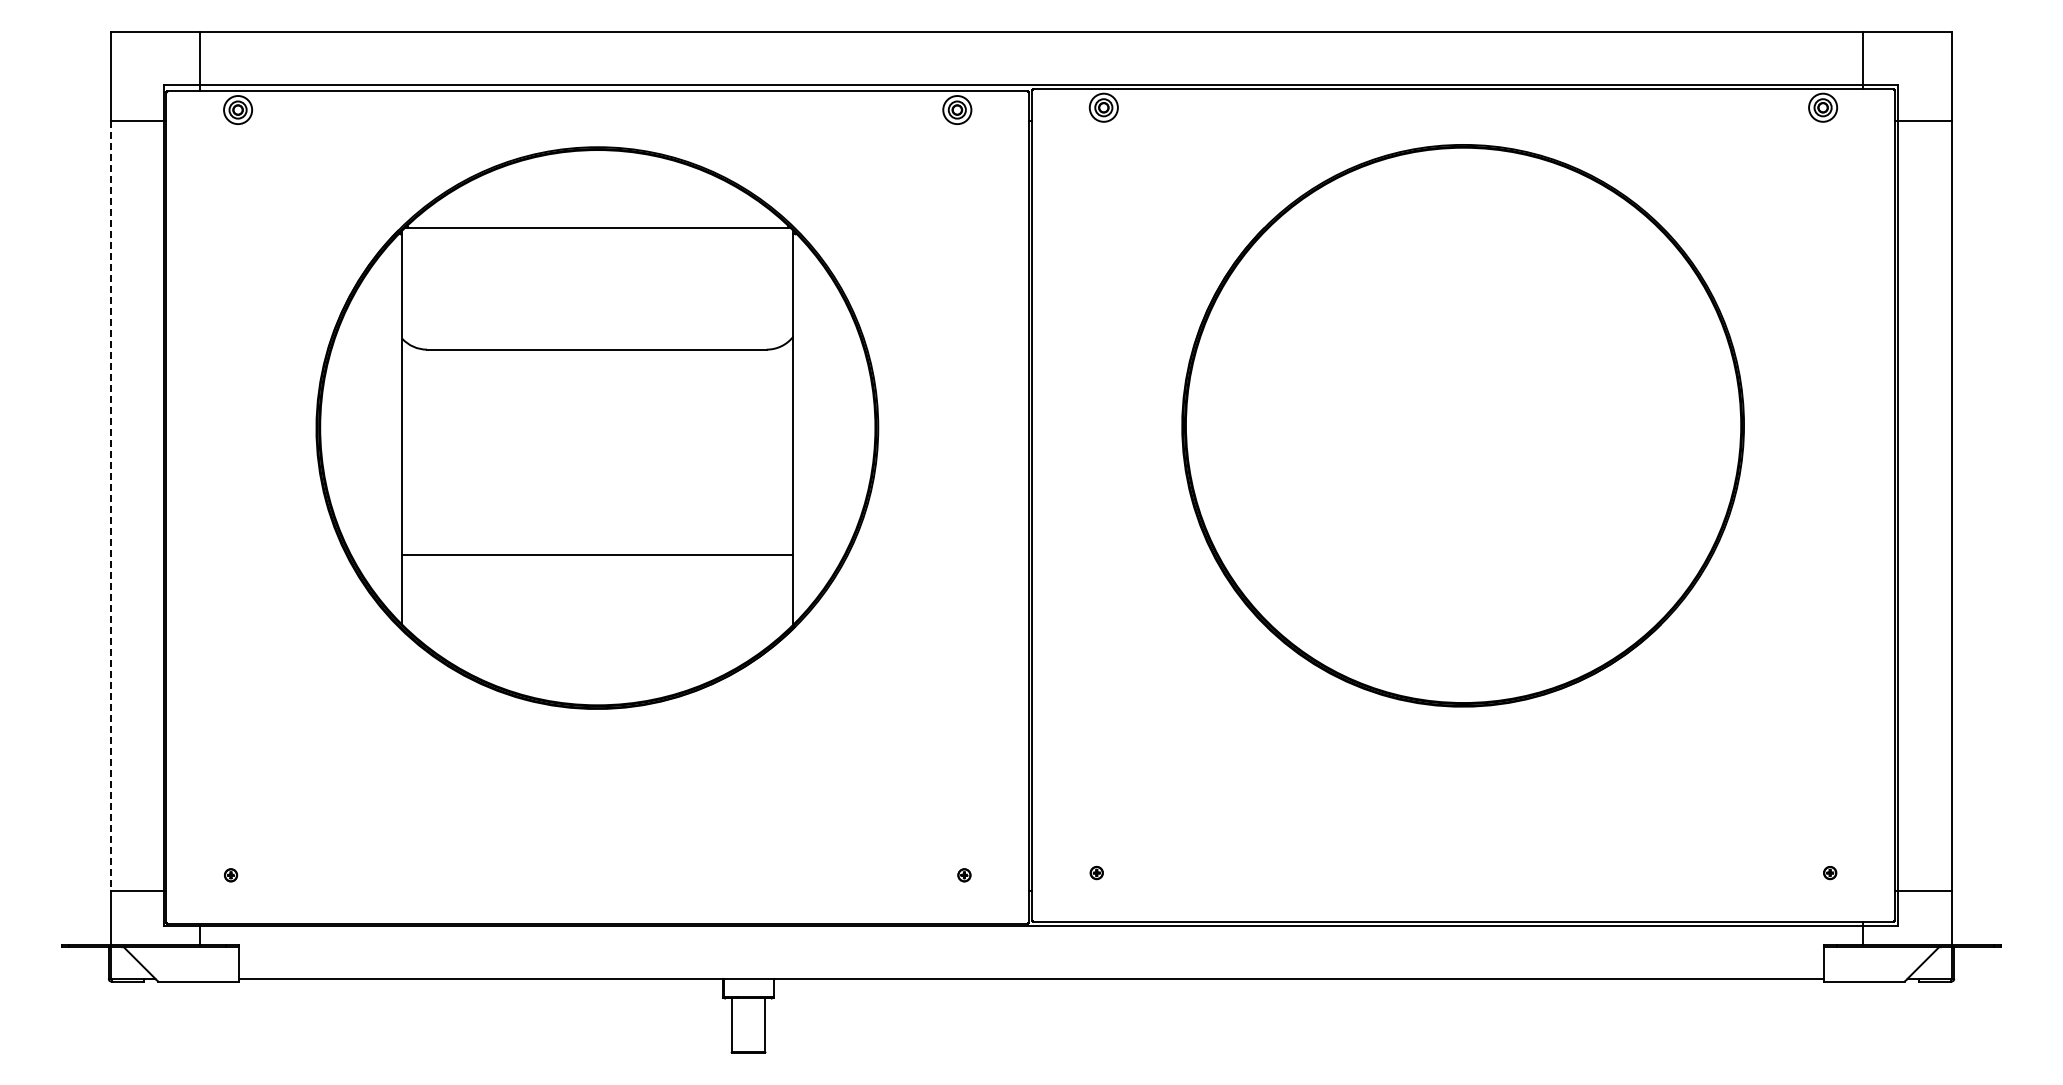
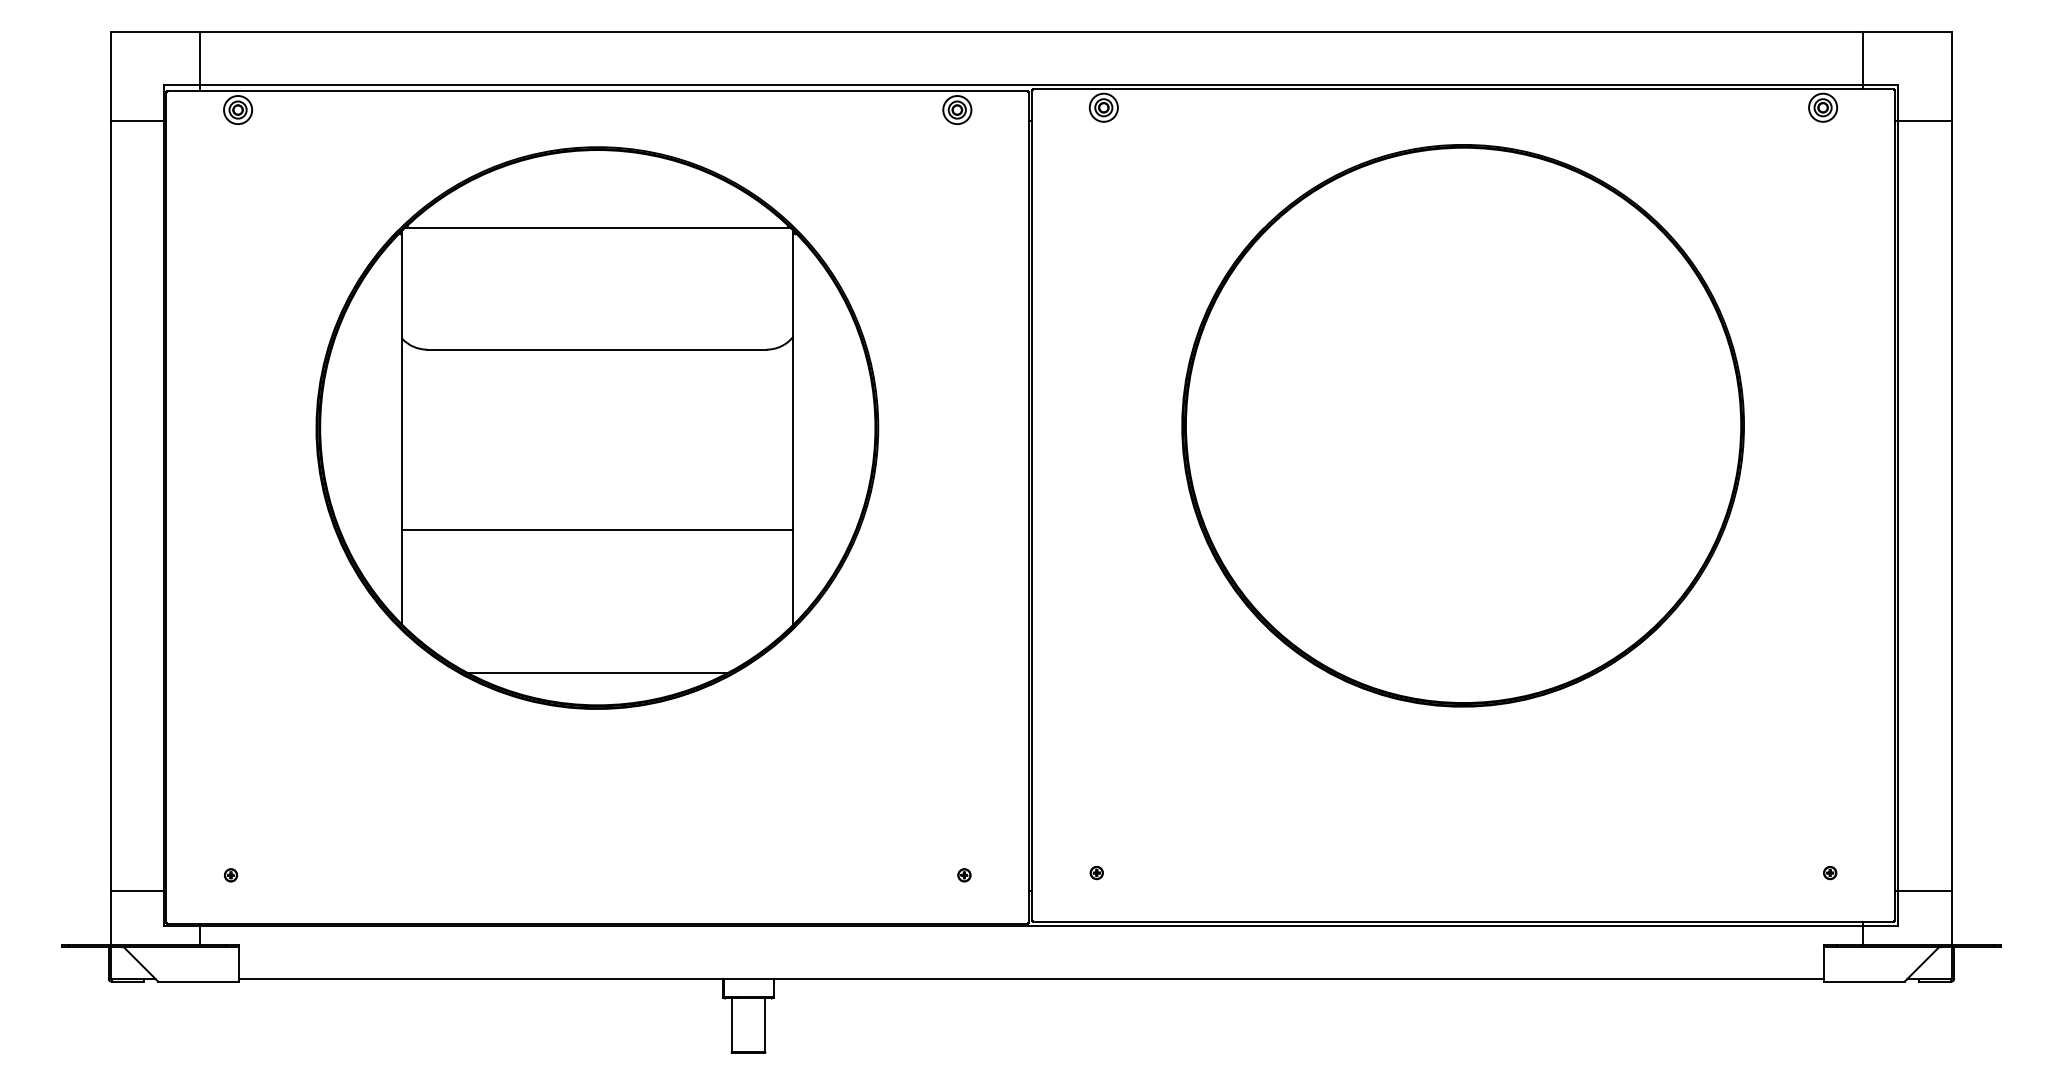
line at (111, 505): dashed -> solid
line at (597, 555) position: (597, 555) -> (597, 530)
line at (597, 672): none -> present
